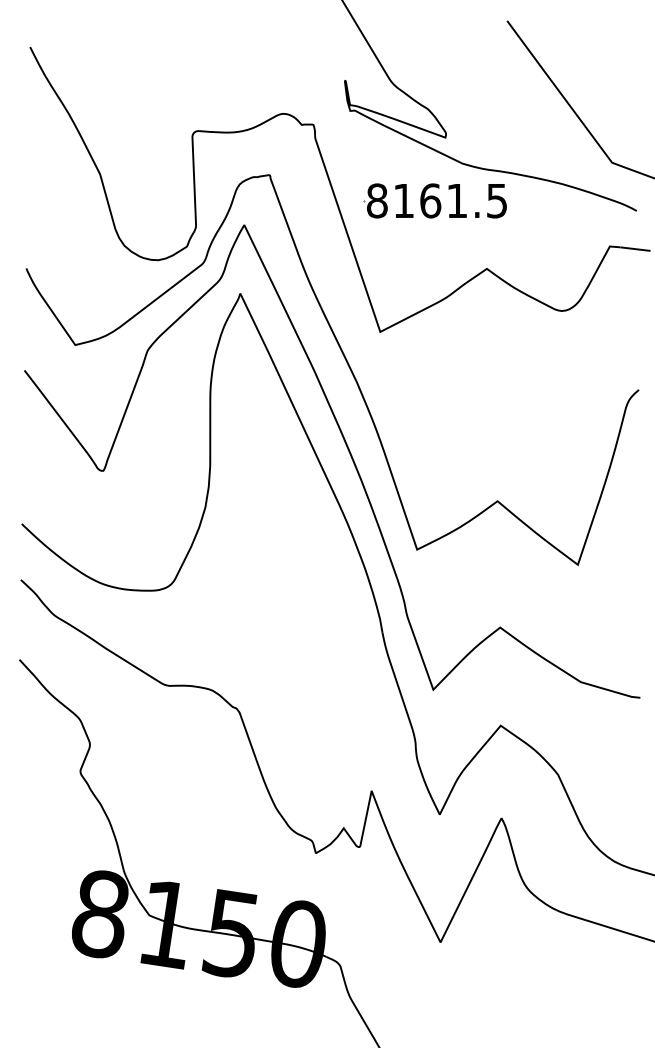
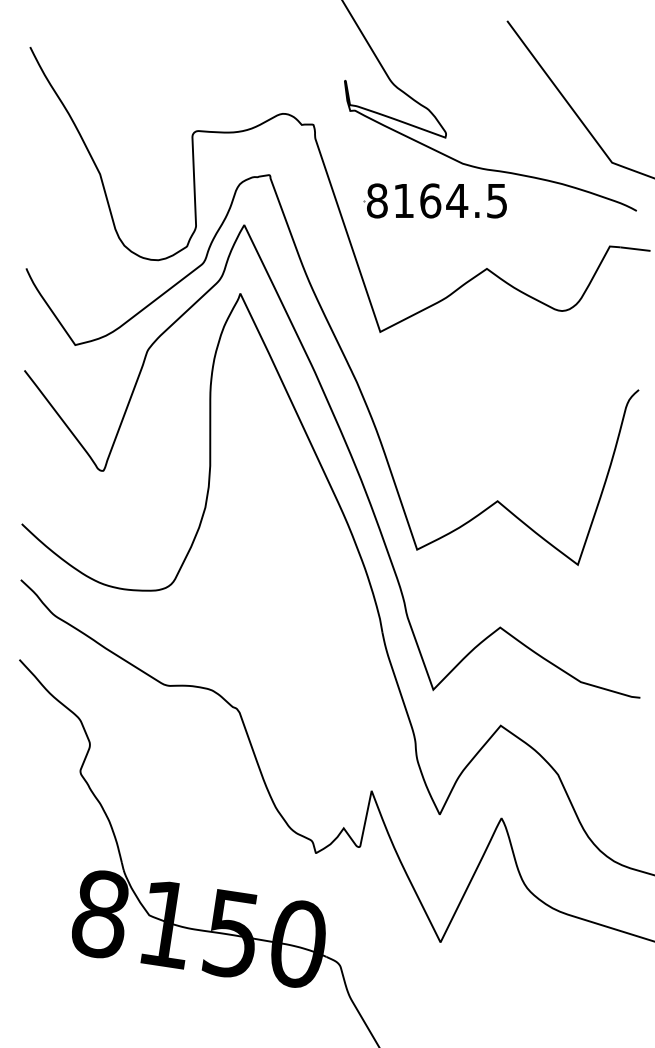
text at (457, 200): 8161.5 -> 8164.5
